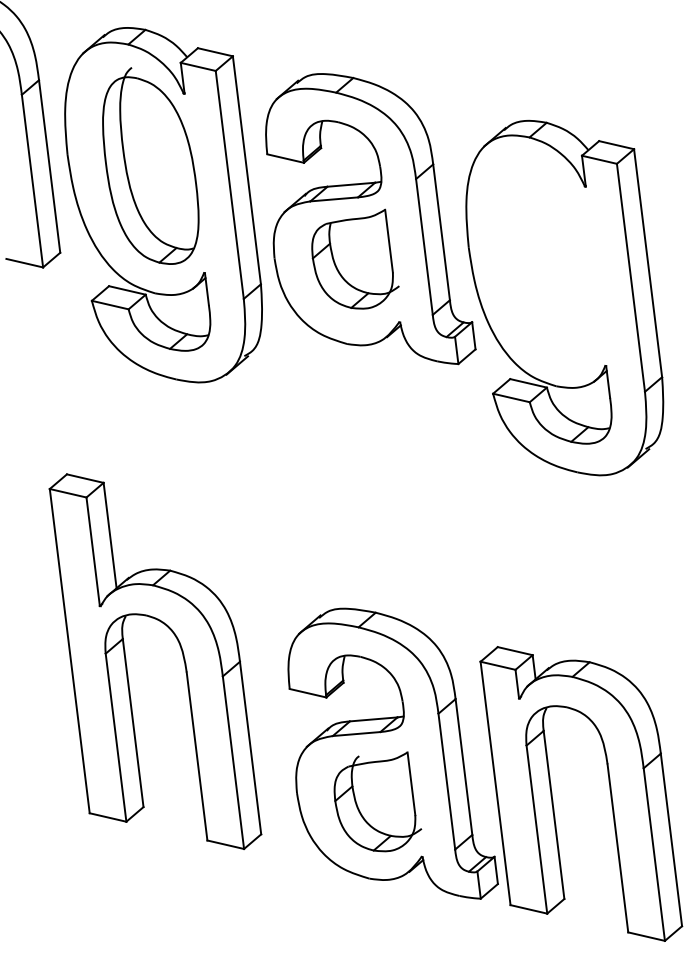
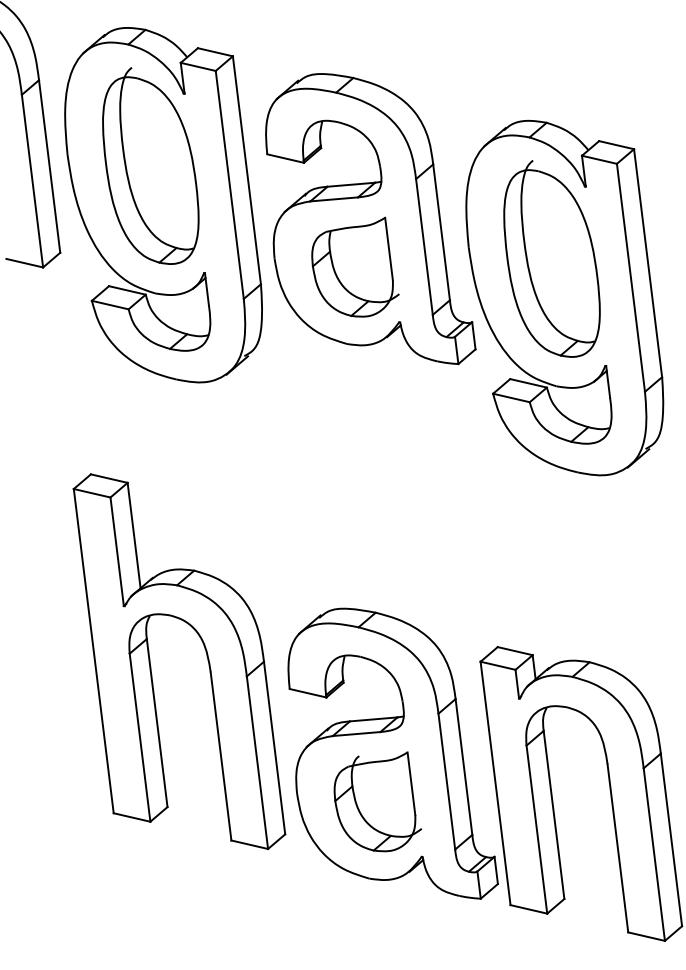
part at (355, 258) position: (355, 258) -> (355, 266)
part at (551, 258): none -> present
part at (182, 656) position: (182, 656) -> (206, 656)
